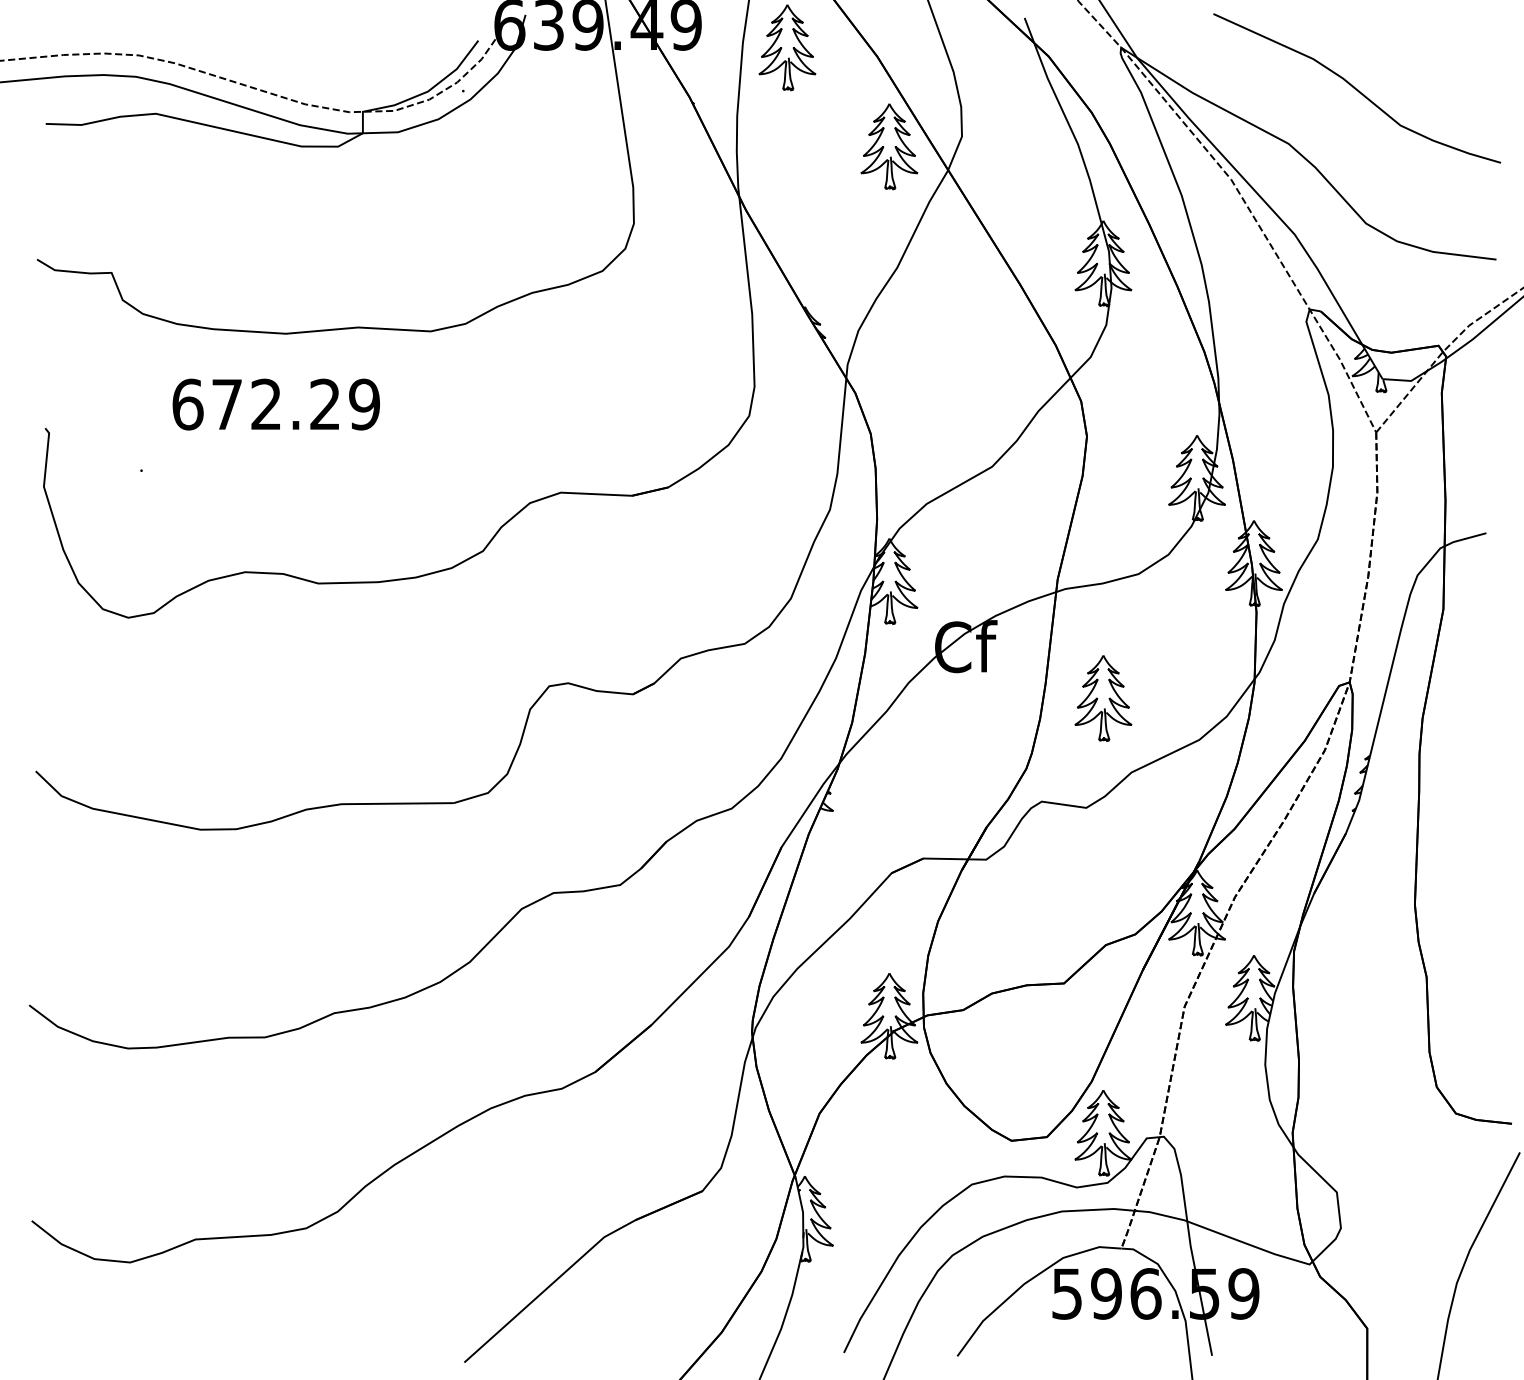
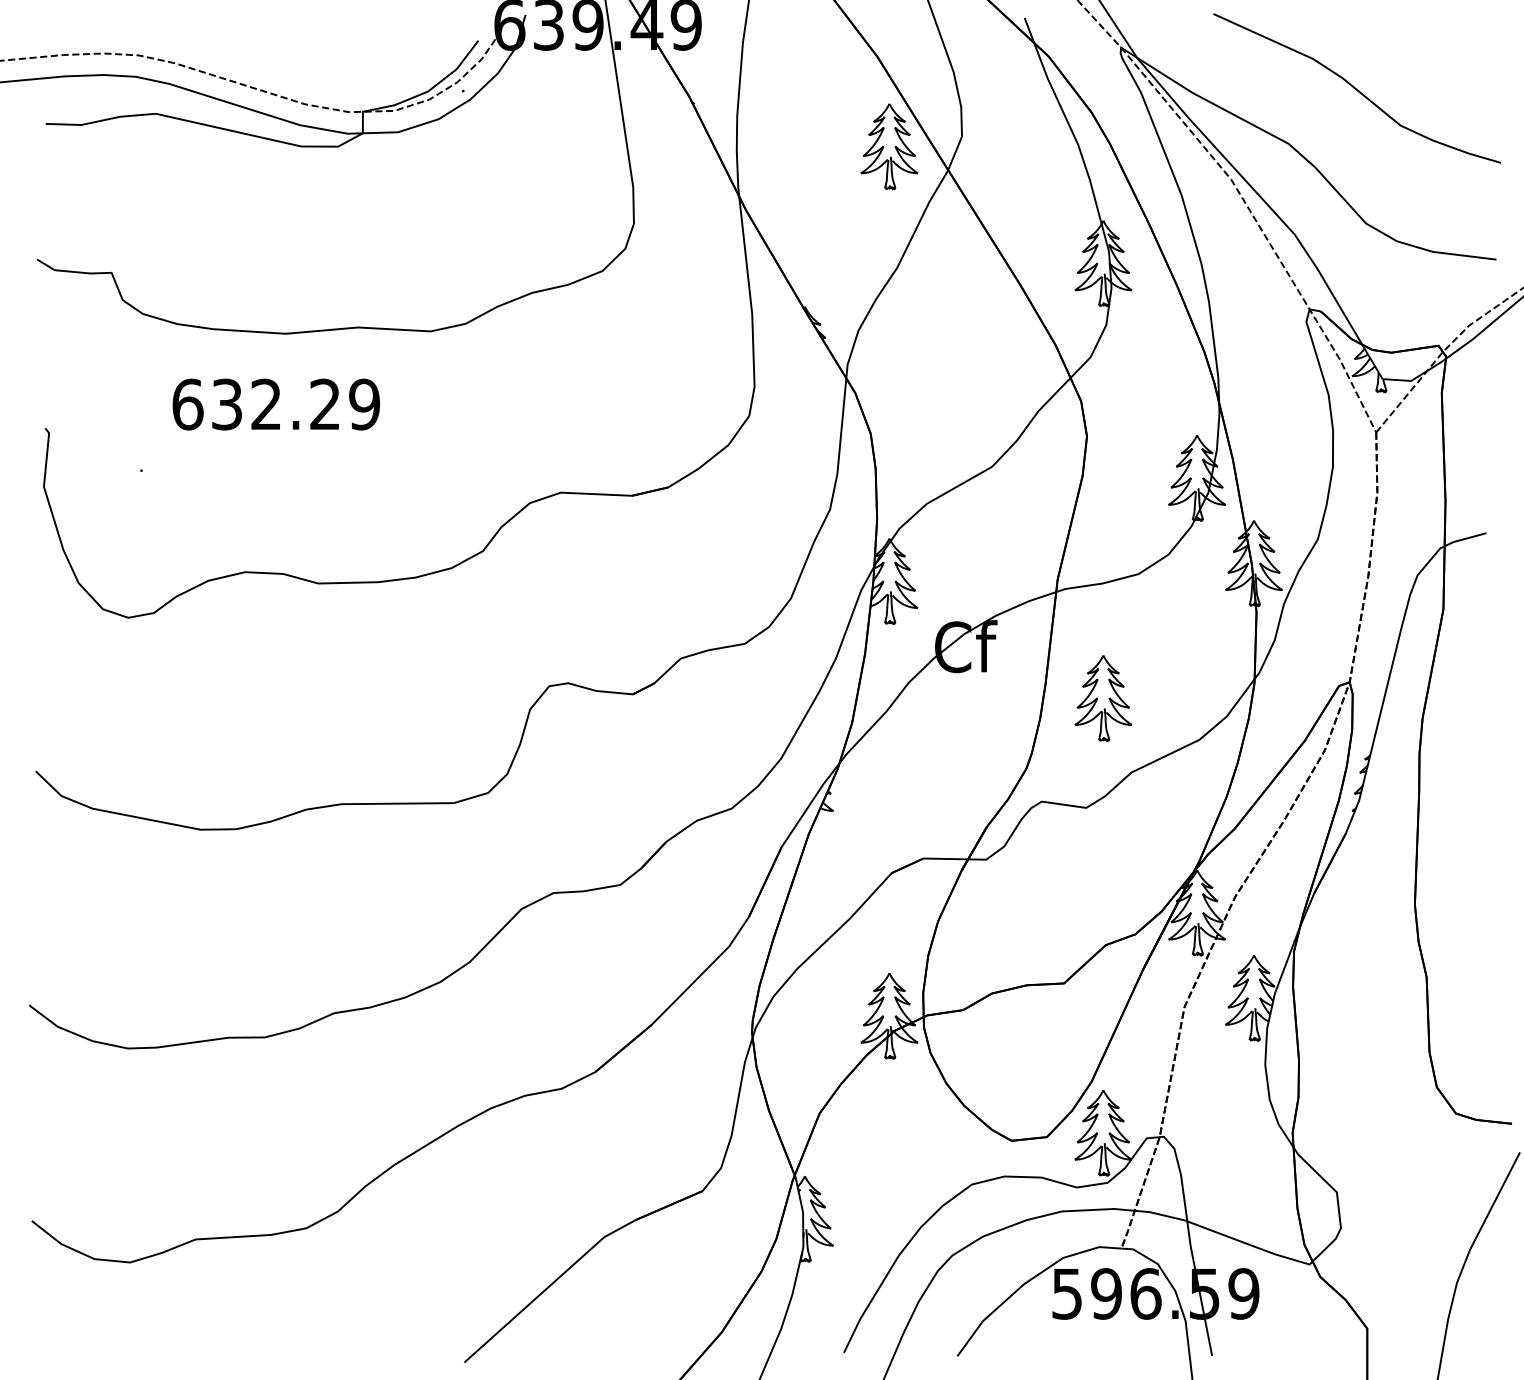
part at (787, 47): present -> none
text at (226, 404): 672.29 -> 632.29
